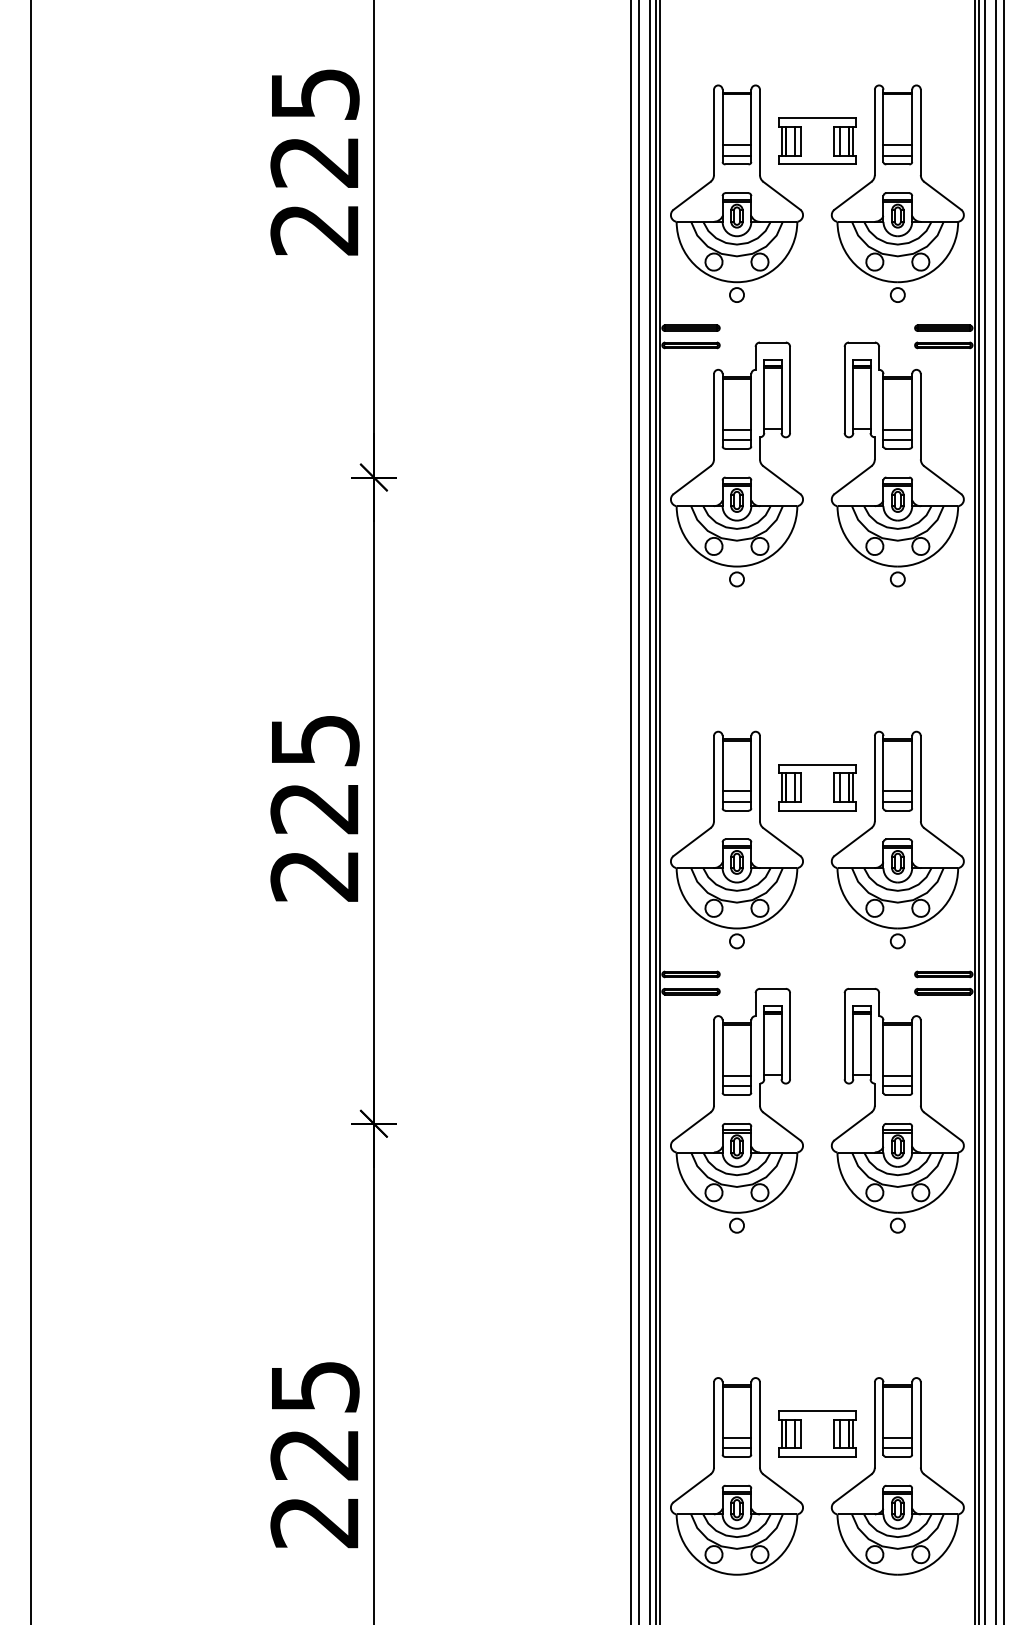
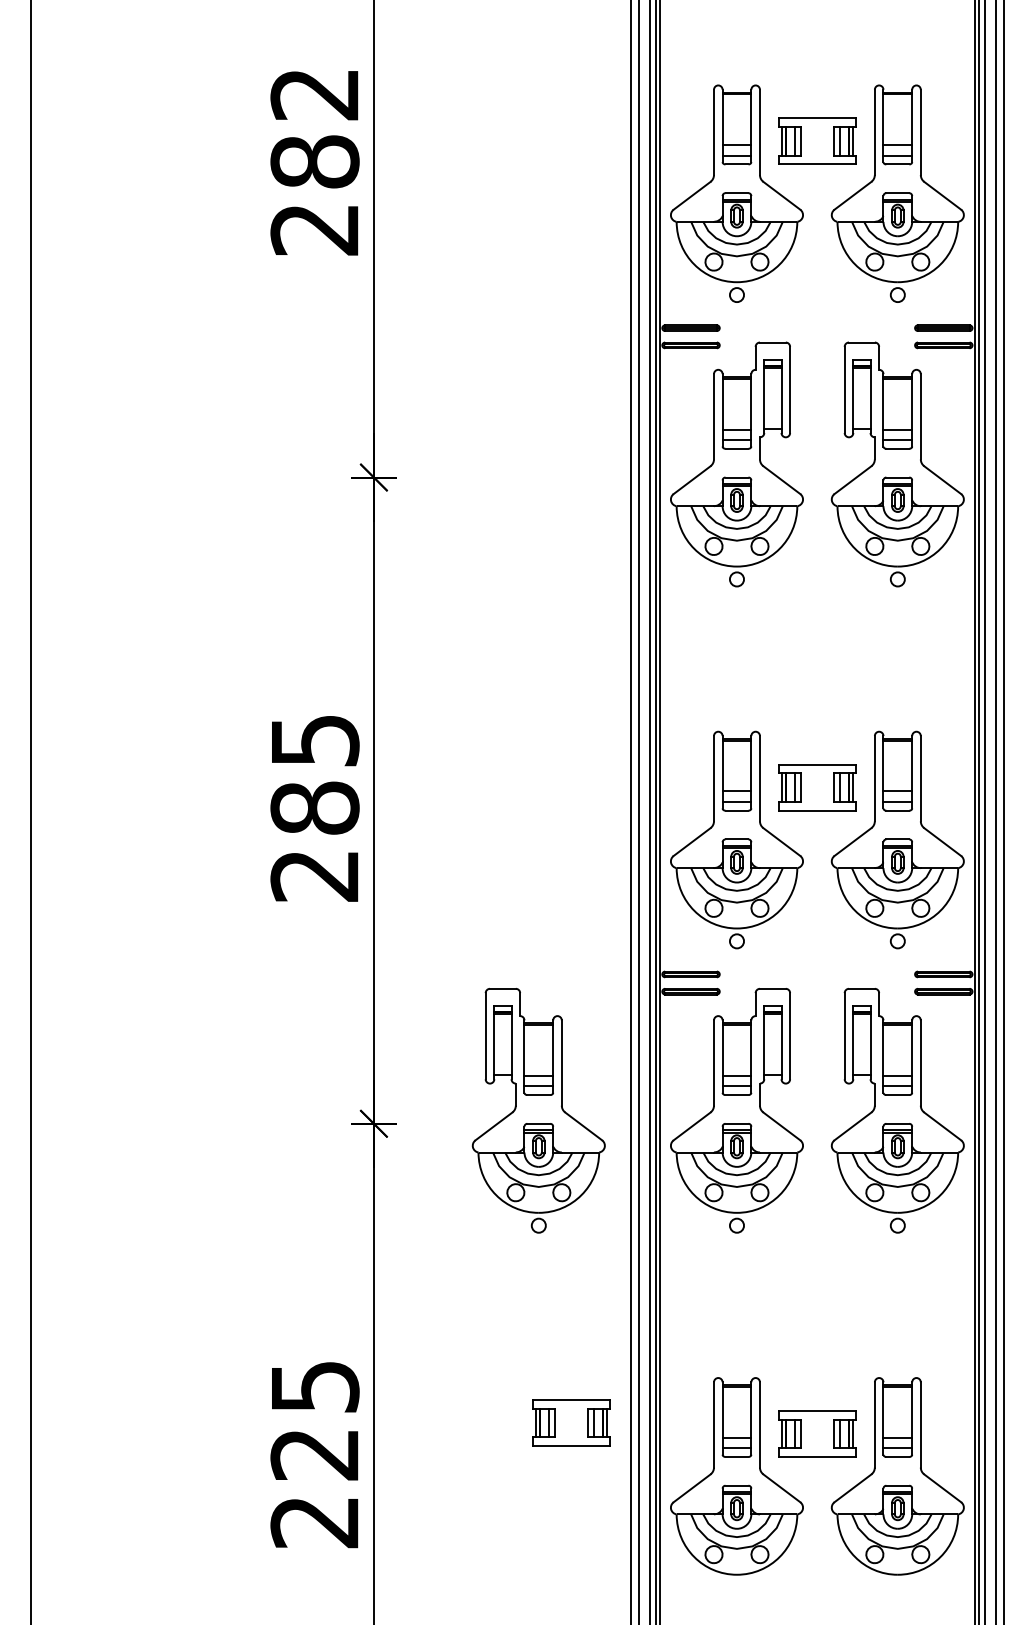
text at (314, 128): 225 -> 282
text at (314, 807): 225 -> 285
part at (538, 1110): none -> present
part at (571, 1422): none -> present
